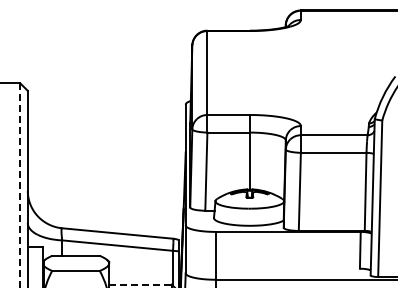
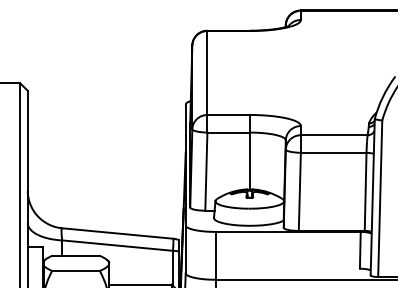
line at (20, 185): dashed -> solid
line at (140, 284): dashed -> solid
